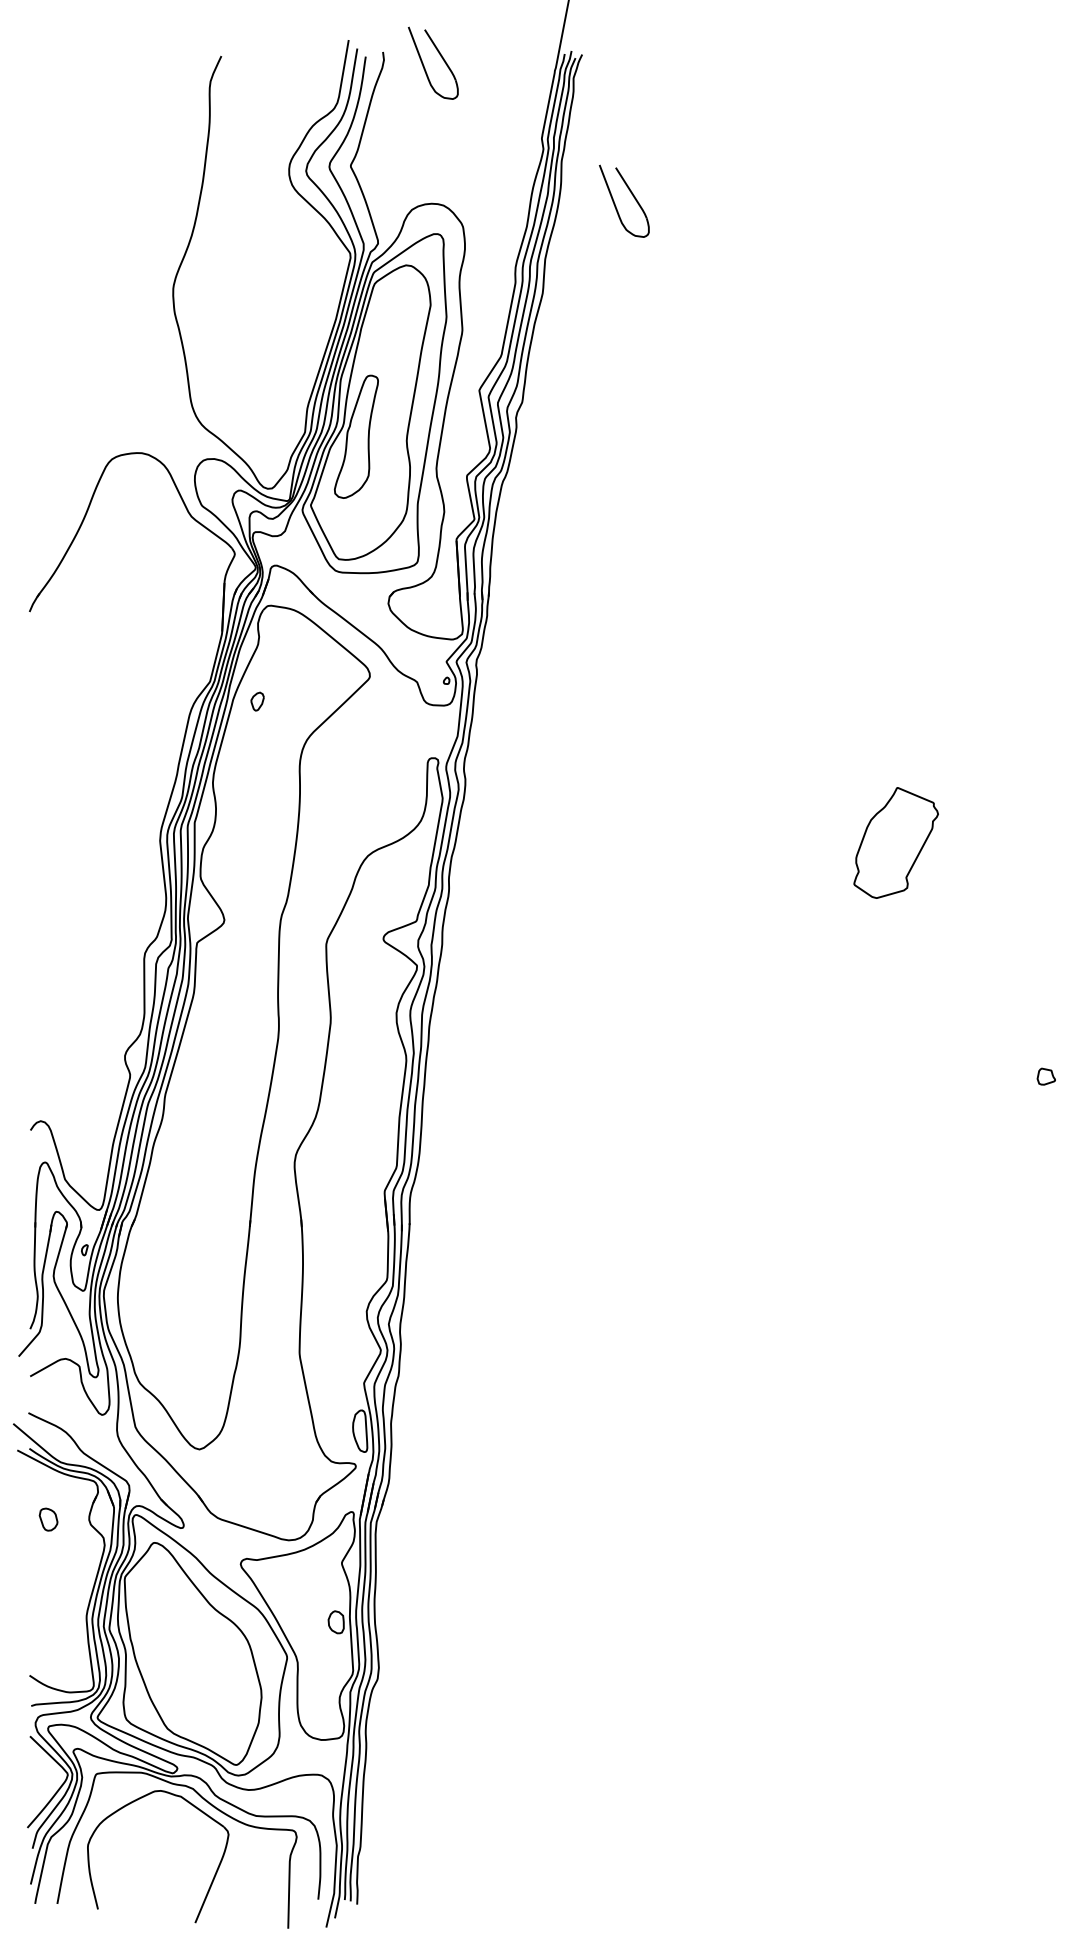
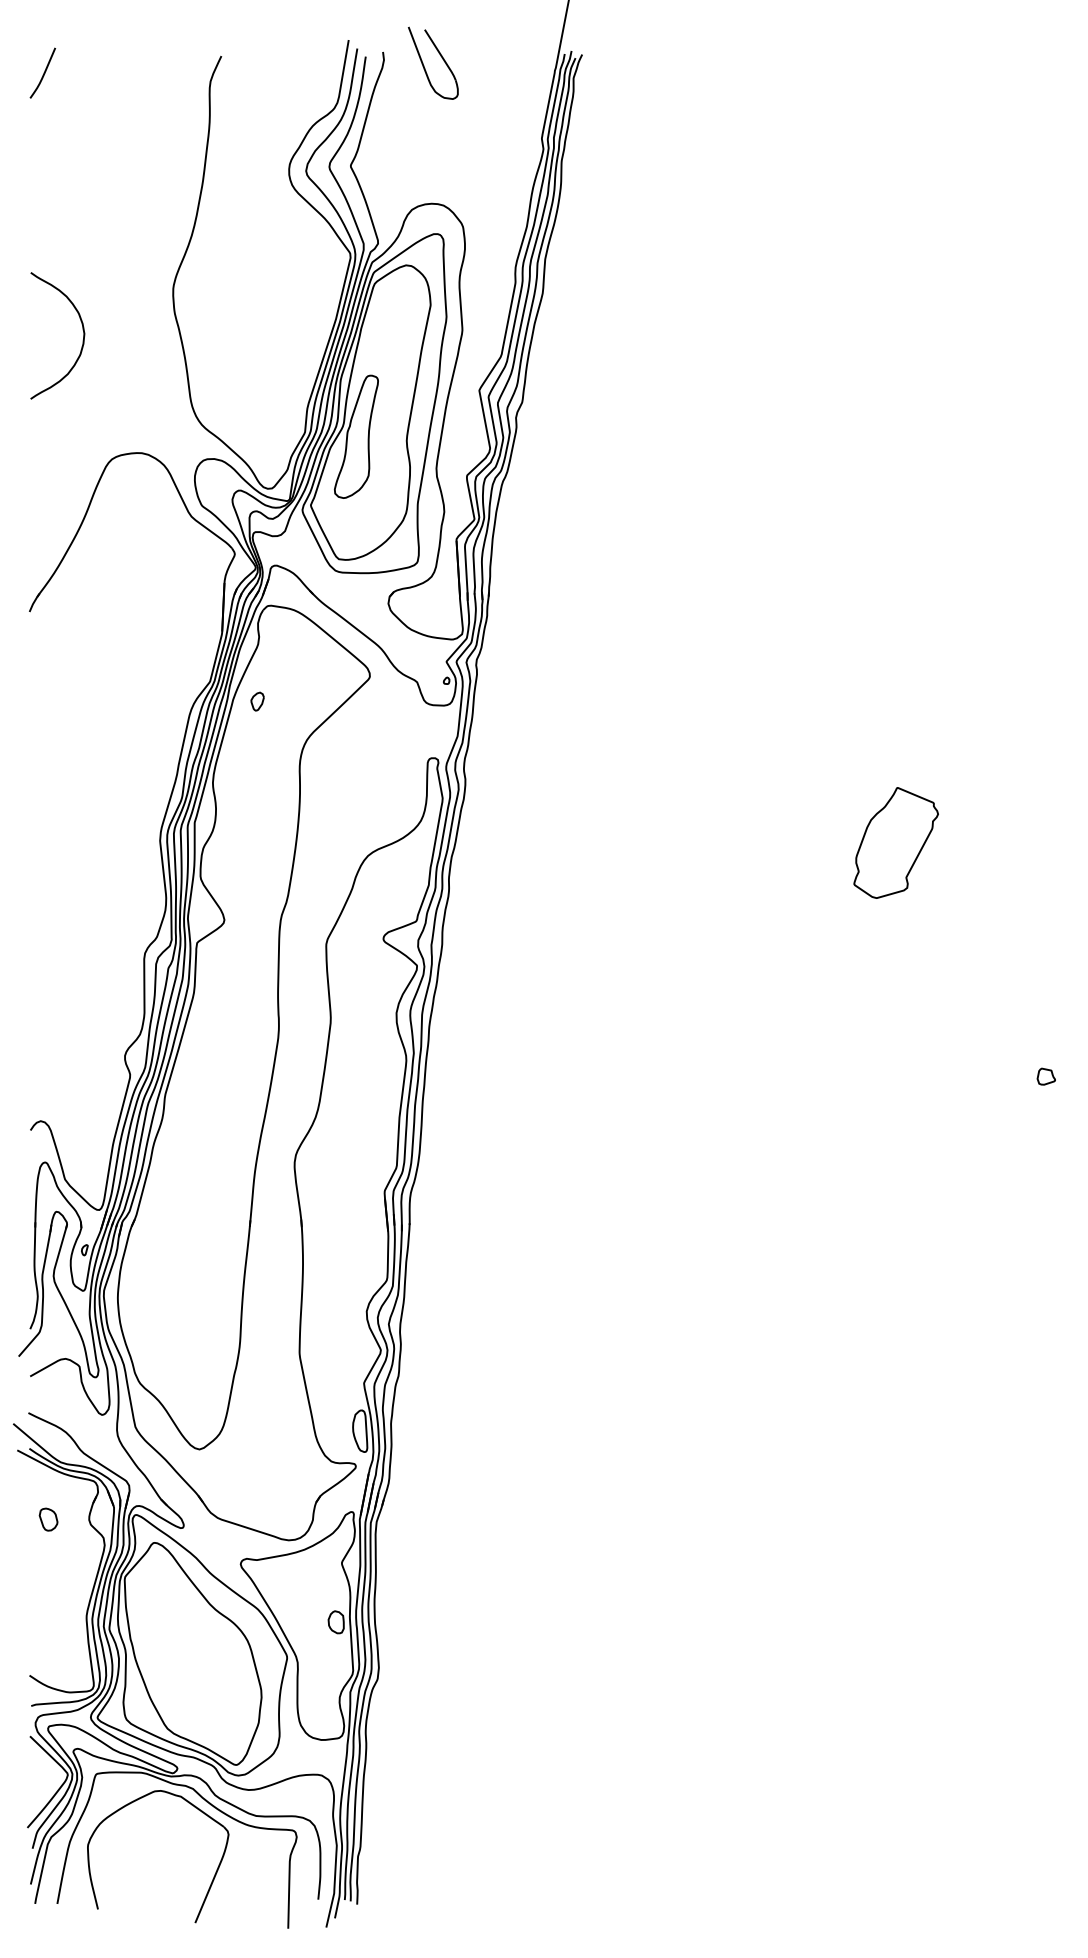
curve at (43, 72): none -> present
part at (631, 194): present -> none
curve at (82, 330): none -> present
